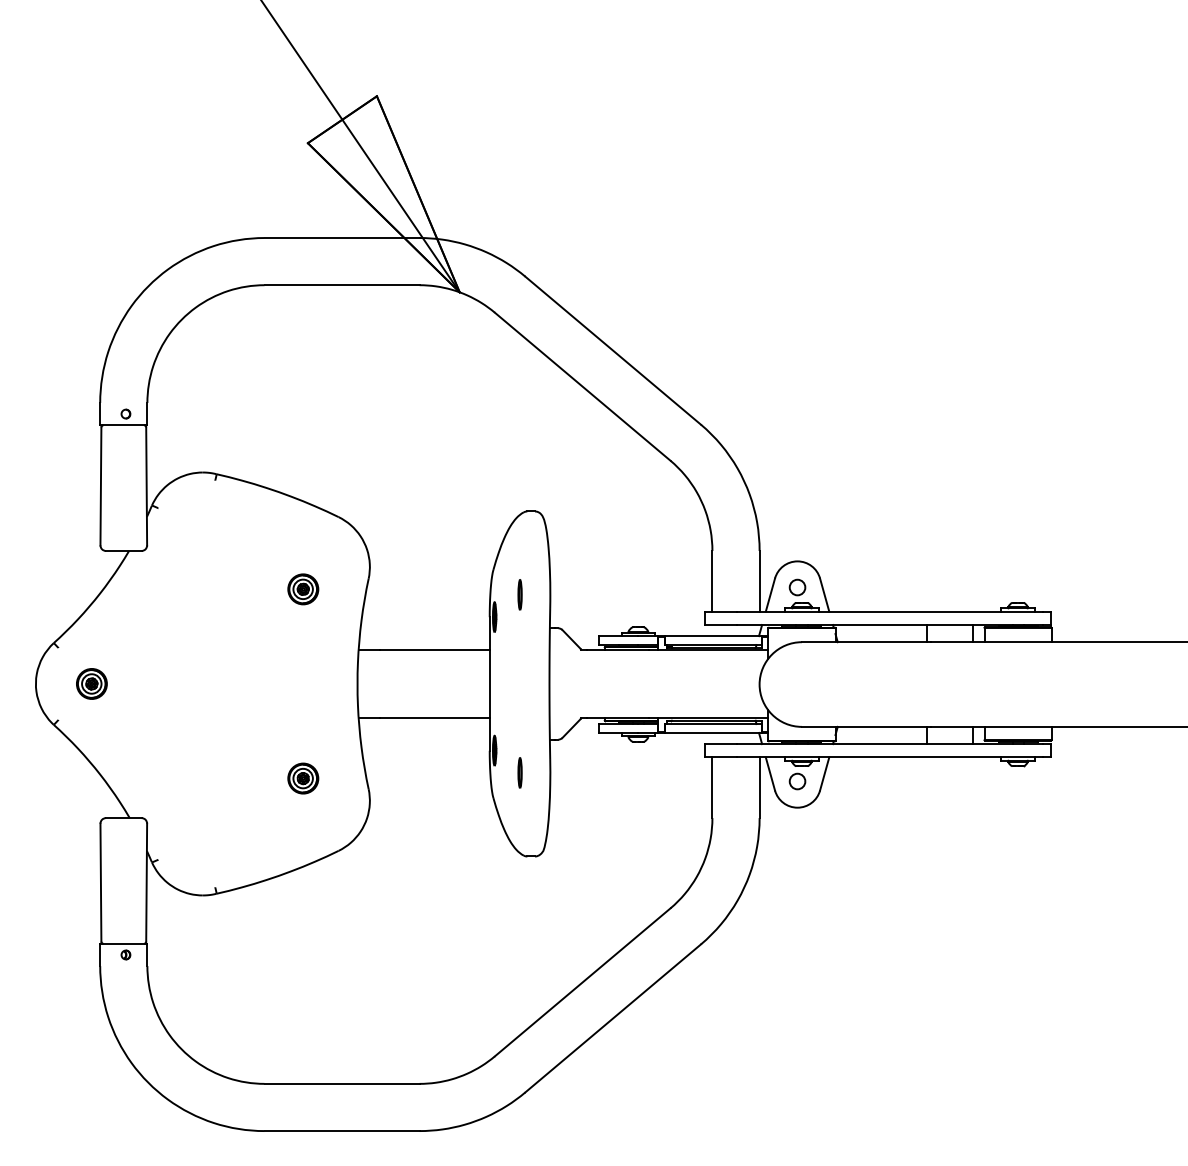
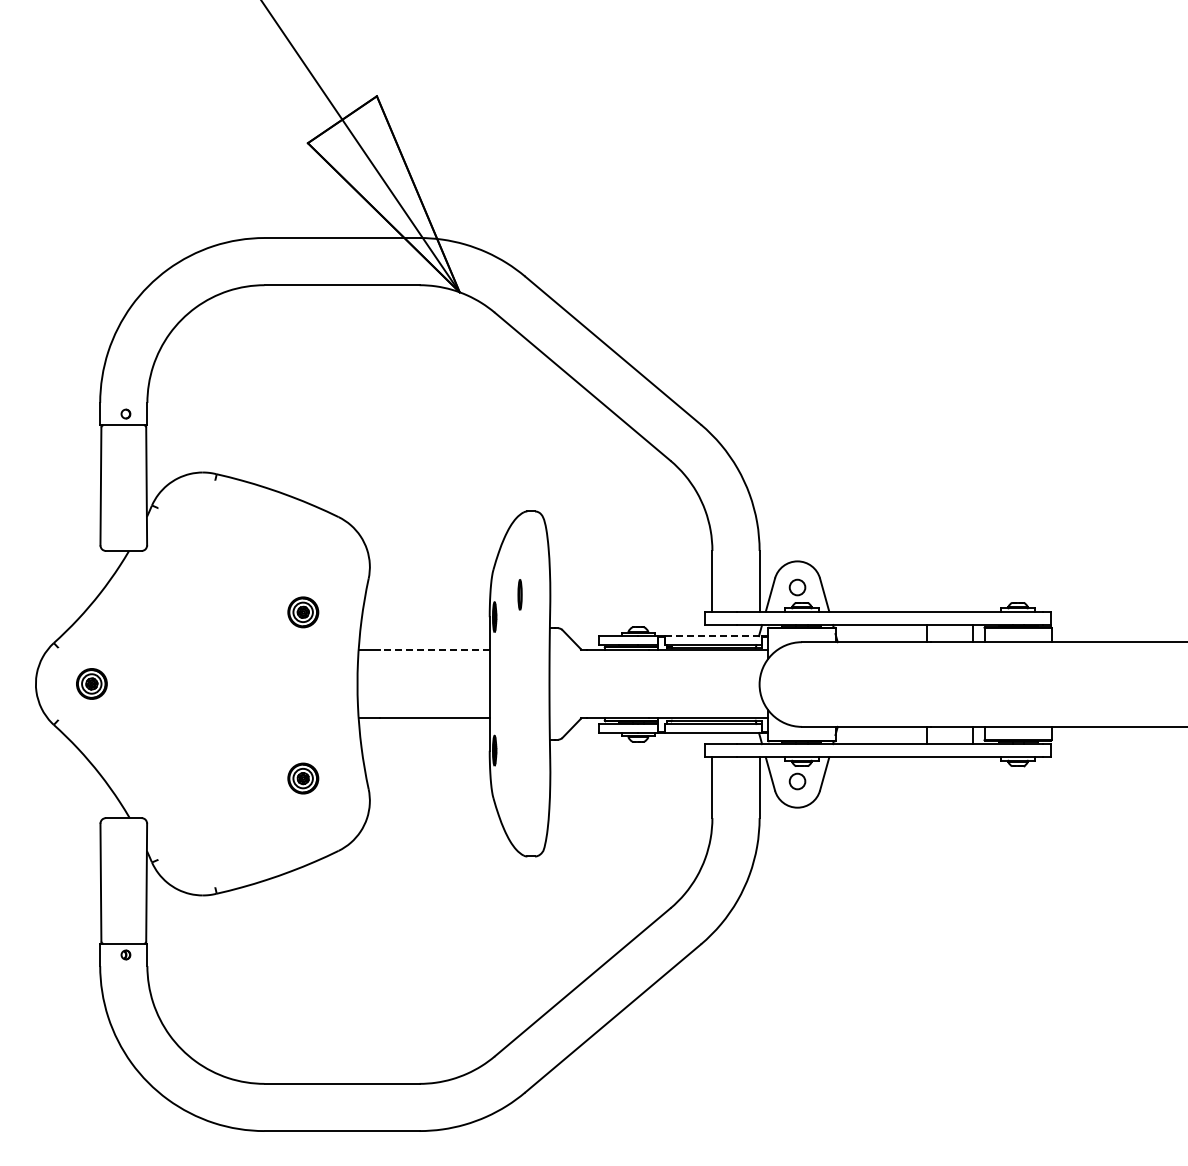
part at (303, 589) position: (303, 589) -> (303, 612)
line at (714, 636): solid -> dashed
line at (434, 650): solid -> dashed
part at (519, 772): present -> none
